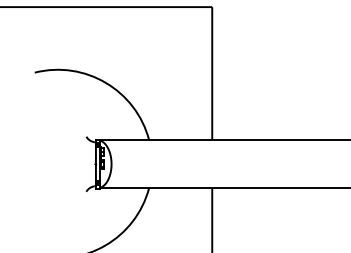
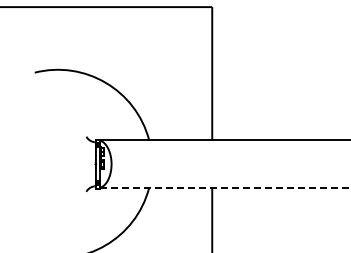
line at (225, 188): solid -> dashed
